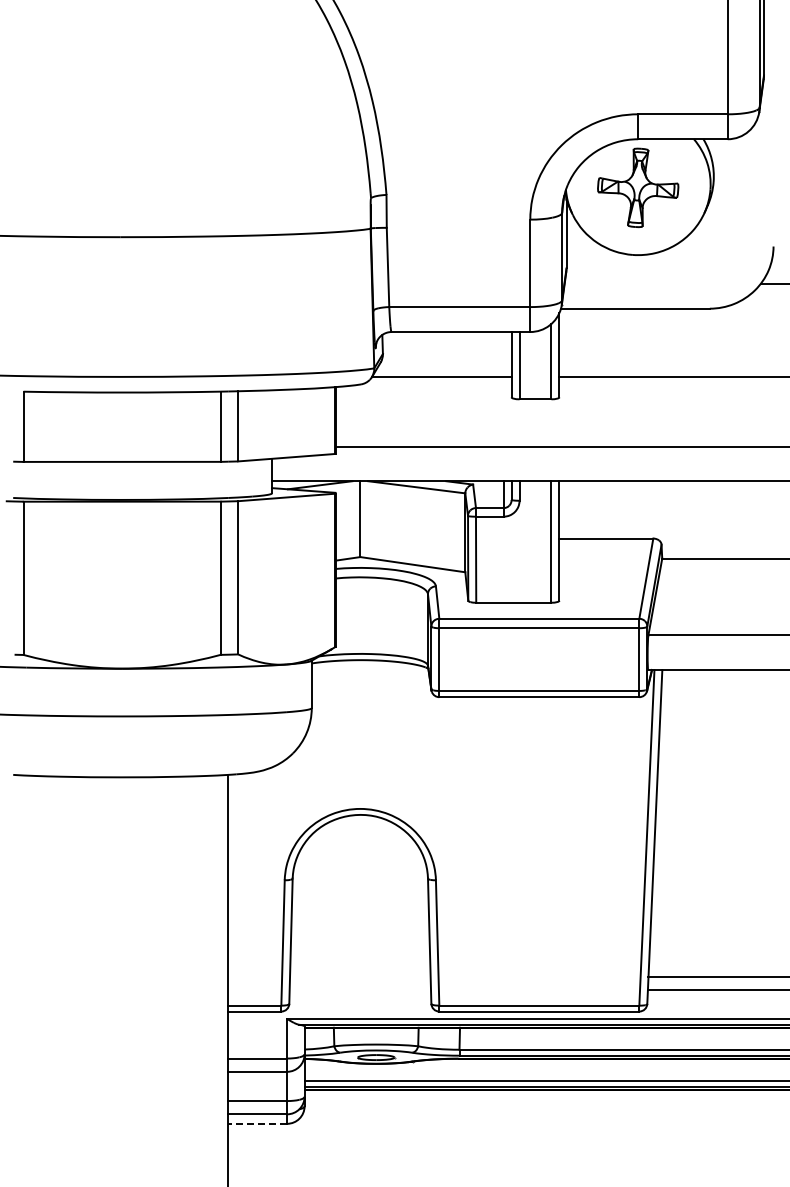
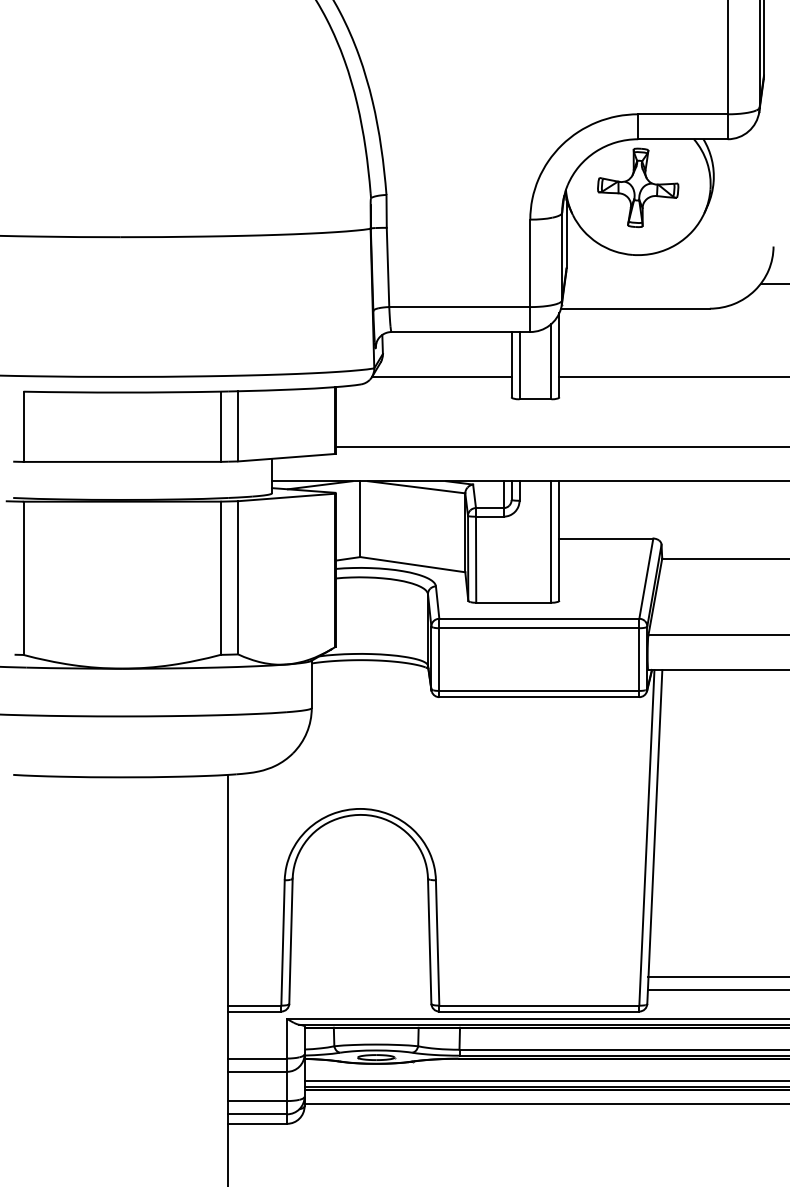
line at (545, 1103): none -> present
line at (257, 1123): dashed -> solid
